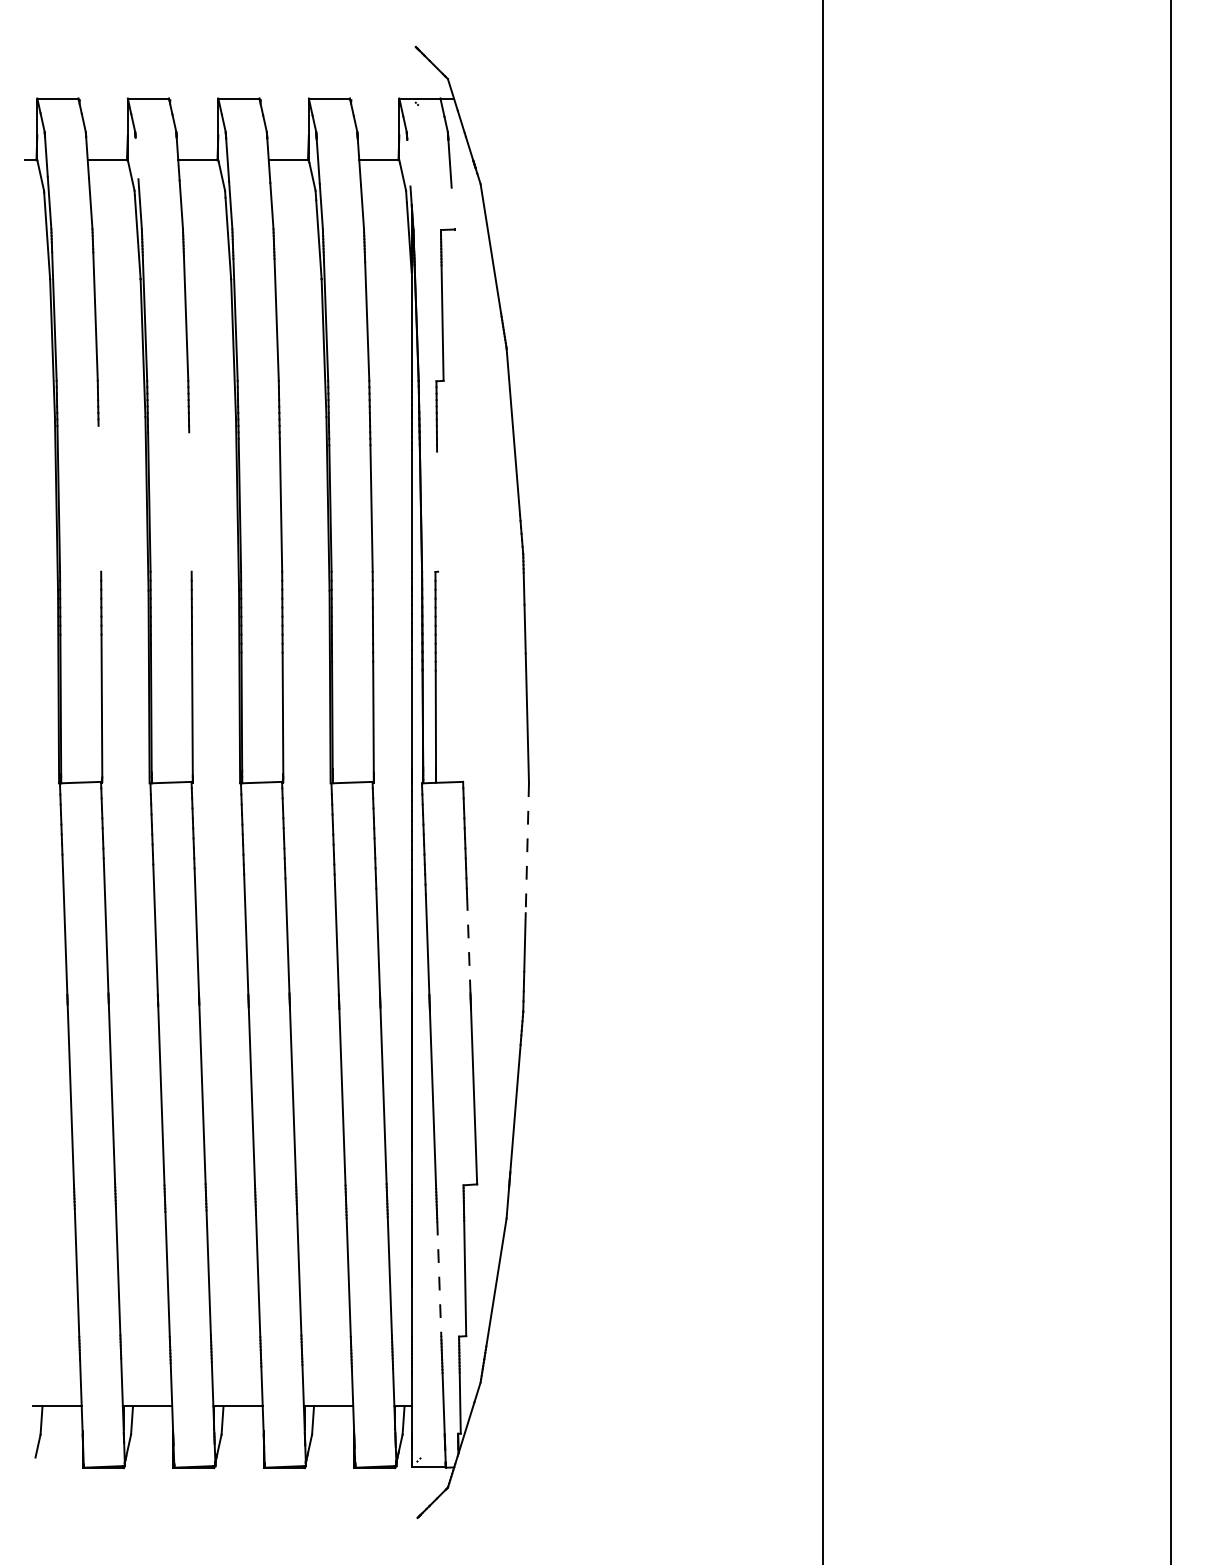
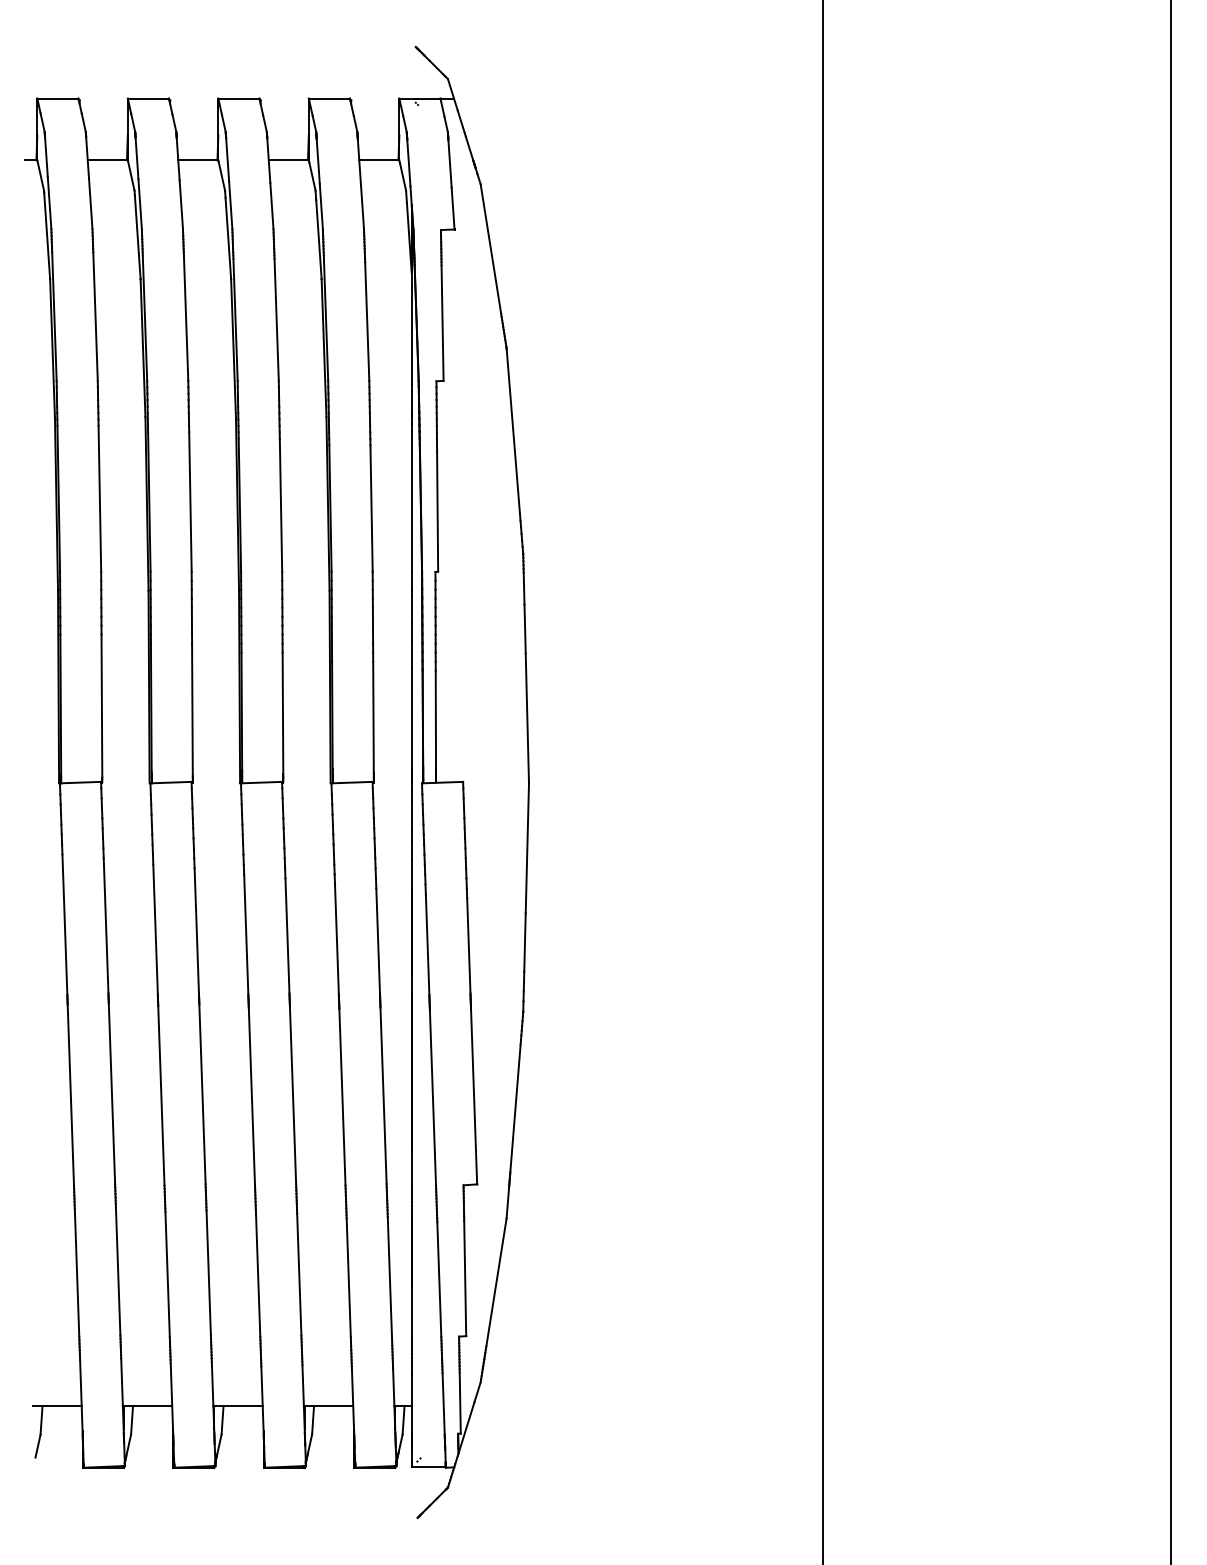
line at (136, 158): none -> present
line at (408, 163): none -> present
line at (452, 208): none -> present
line at (99, 498): none -> present
line at (190, 501): none -> present
line at (437, 511): none -> present
line at (527, 848): dashed -> solid
line at (468, 945): dashed -> solid
line at (439, 1279): dashed -> solid
